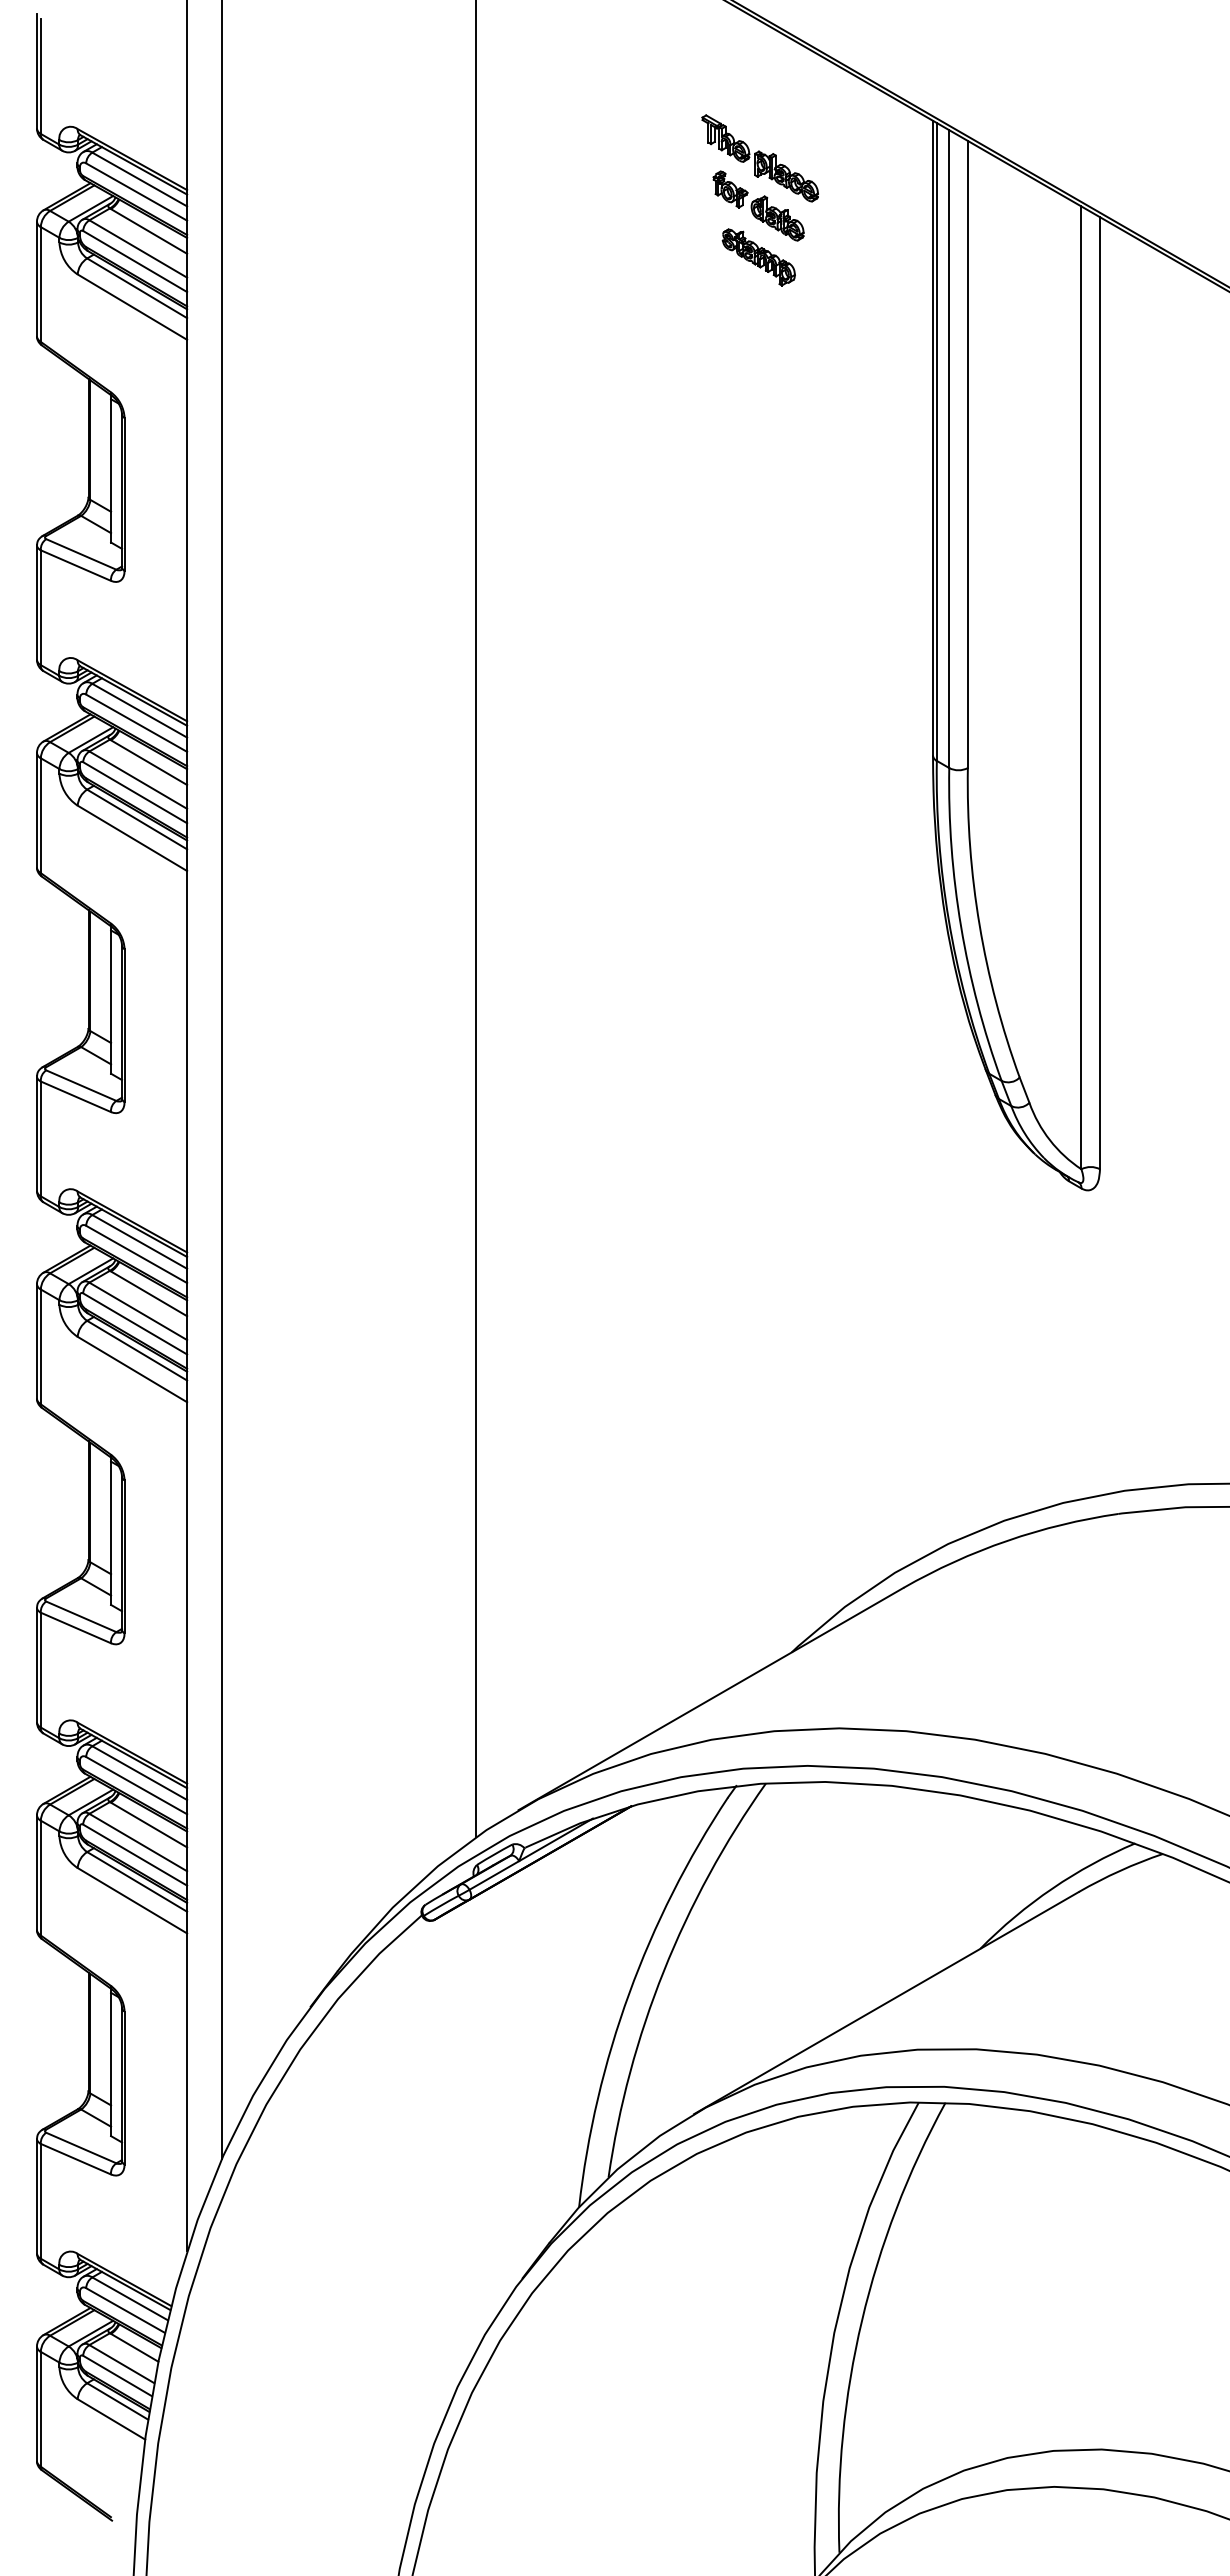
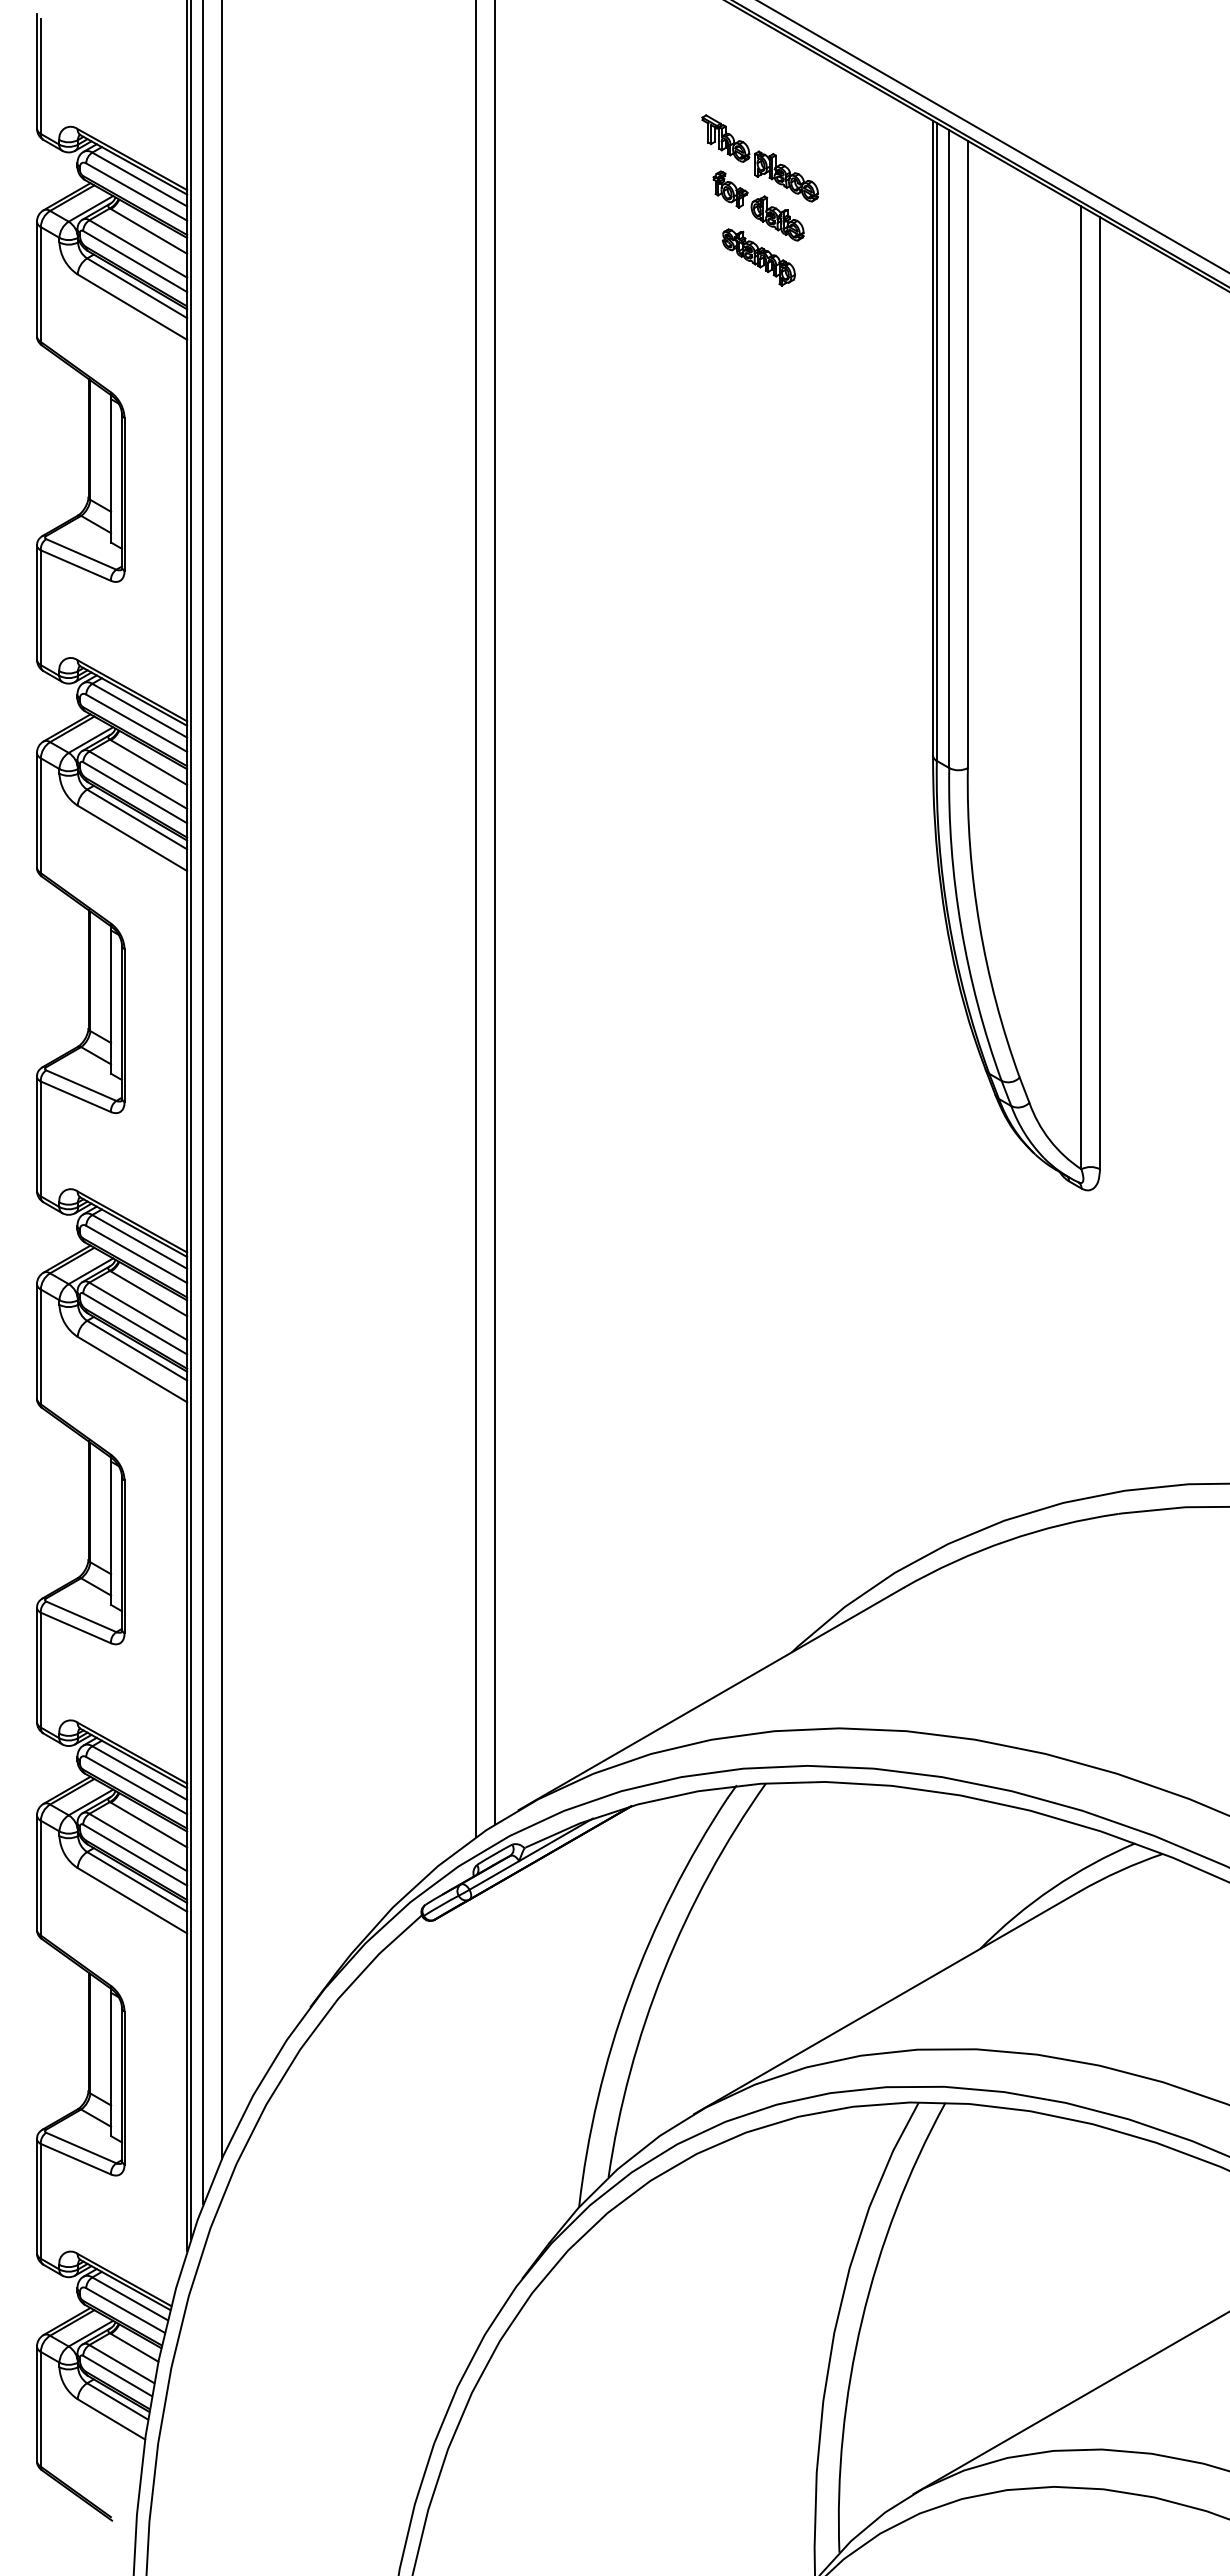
line at (993, 136): none -> present
line at (495, 913): none -> present
line at (203, 1103): none -> present
line at (190, 1120): none -> present
line at (1069, 2403): none -> present
